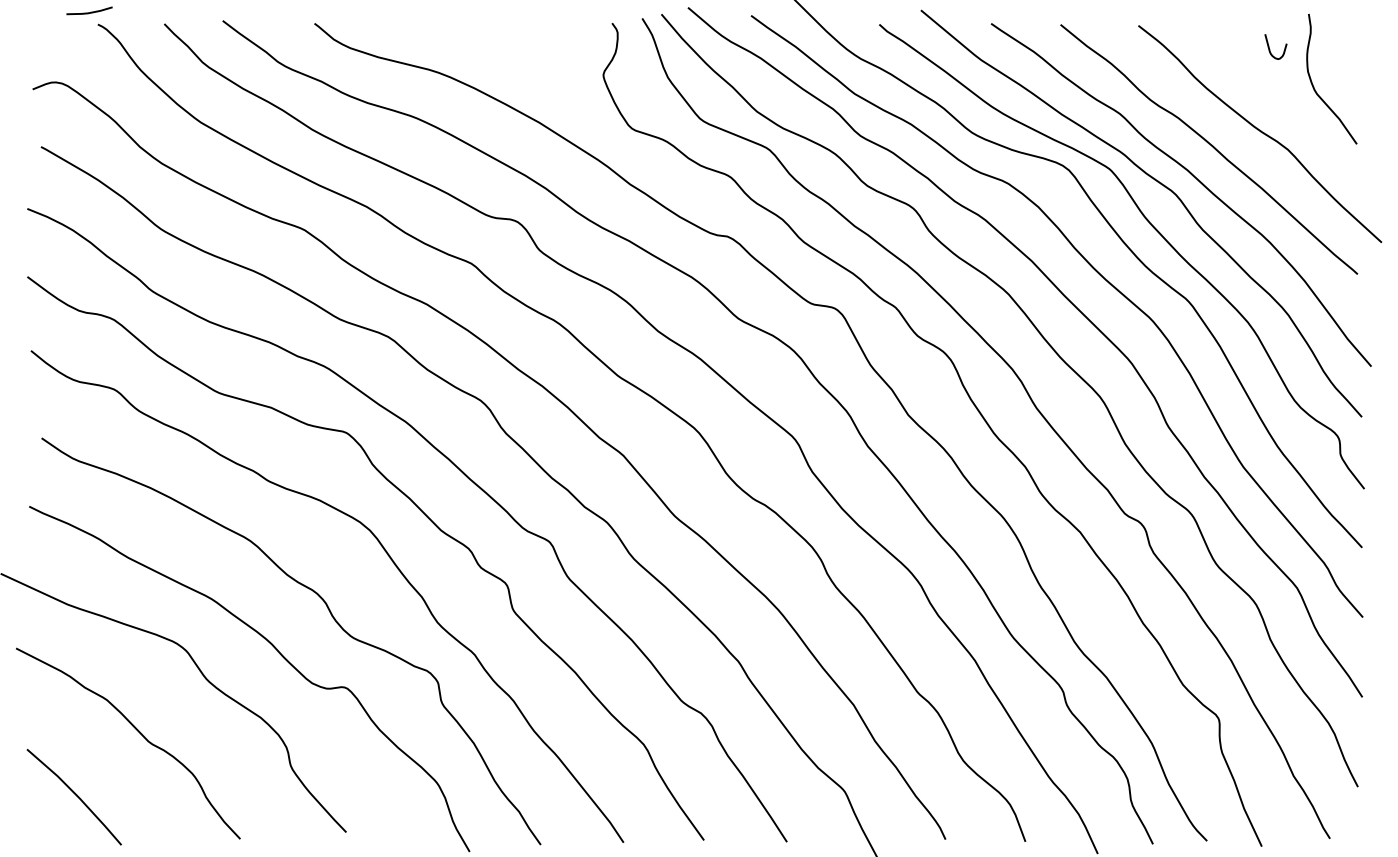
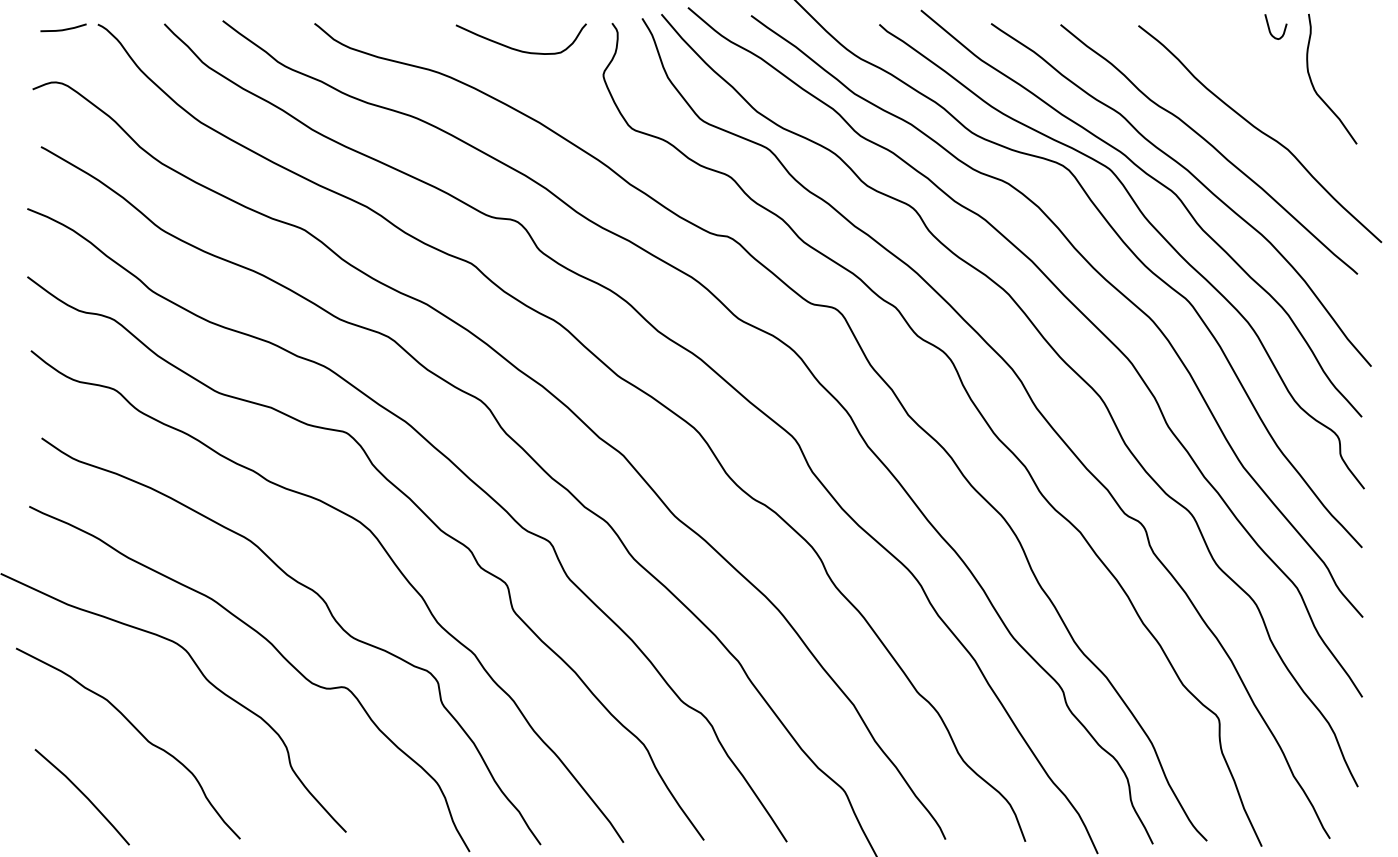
line at (89, 12) position: (89, 12) -> (63, 29)
curve at (519, 49): none -> present
curve at (1270, 49) position: (1270, 49) -> (1270, 29)
line at (75, 795) position: (75, 795) -> (83, 795)
